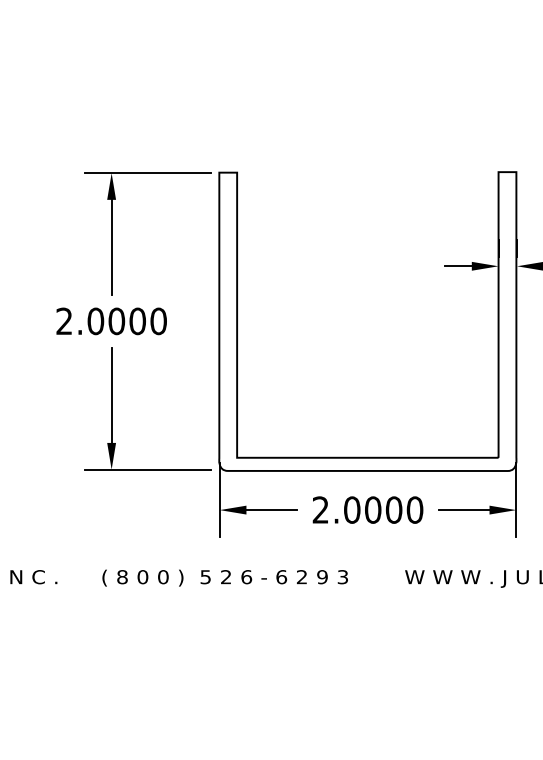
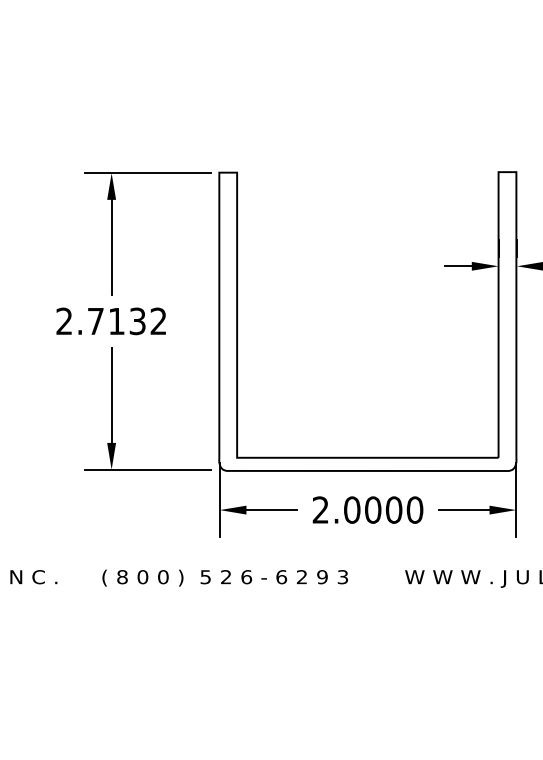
text at (126, 321): 2.0000 -> 2.7132
